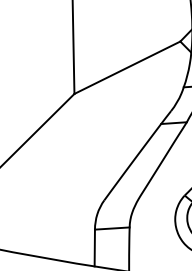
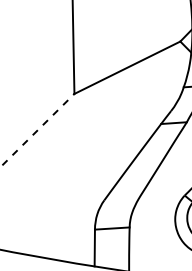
line at (37, 130): solid -> dashed
